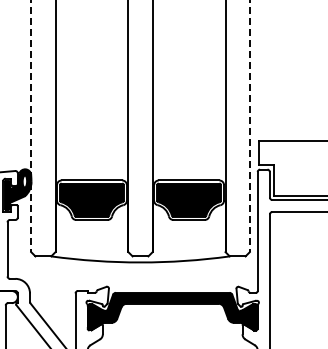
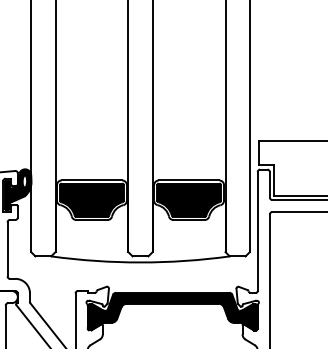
line at (31, 126): dashed -> solid
line at (249, 126): dashed -> solid
